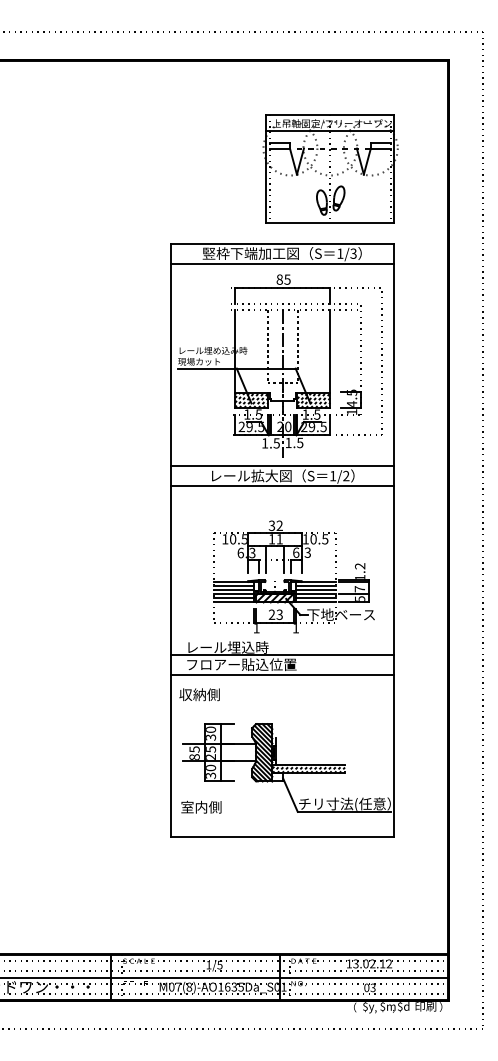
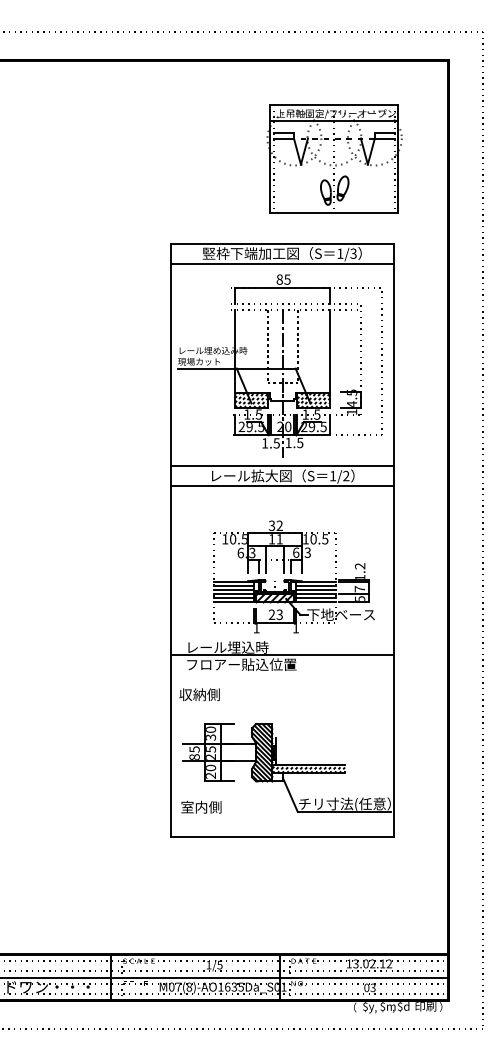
part at (330, 168) position: (330, 168) -> (334, 158)
line at (282, 674): present -> none
text at (211, 775): 30 -> 20
